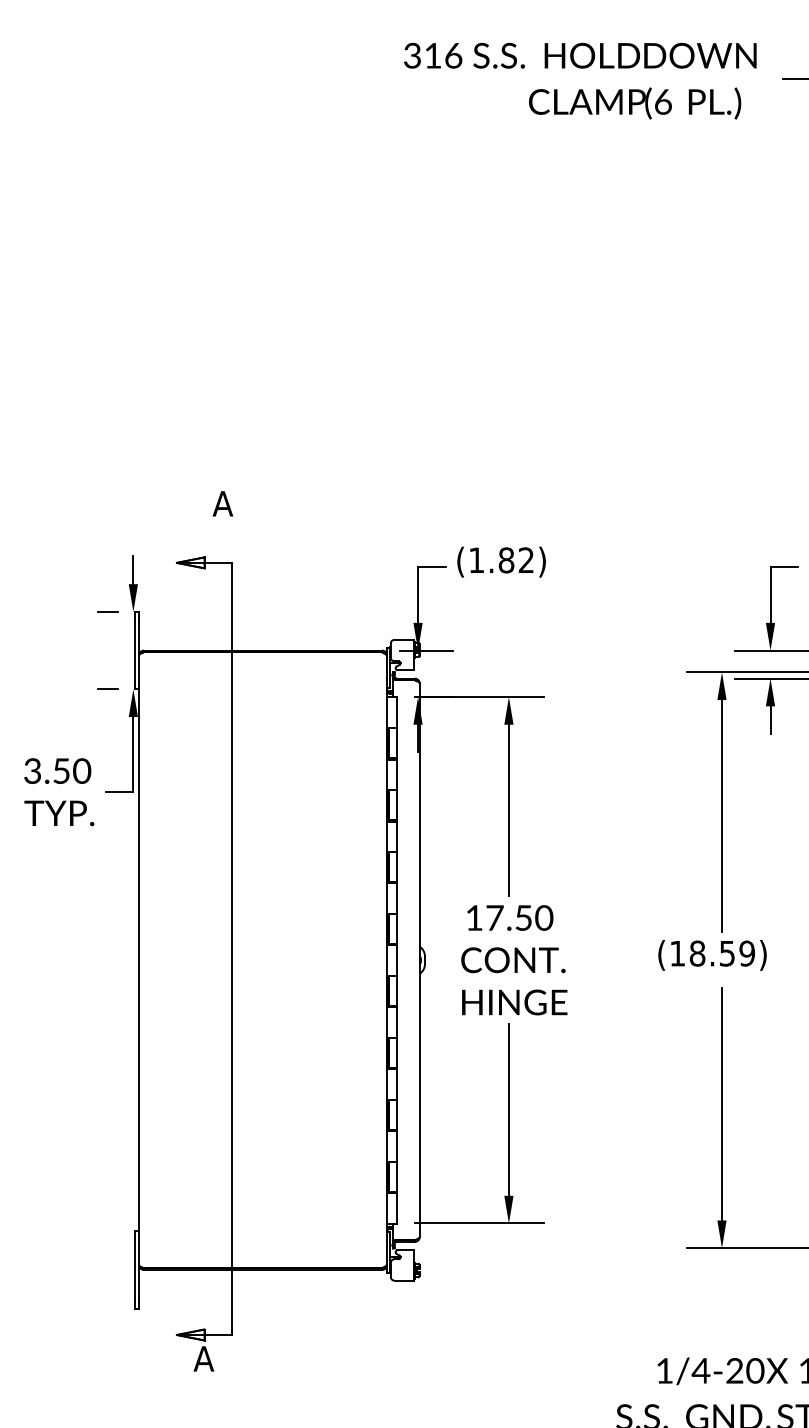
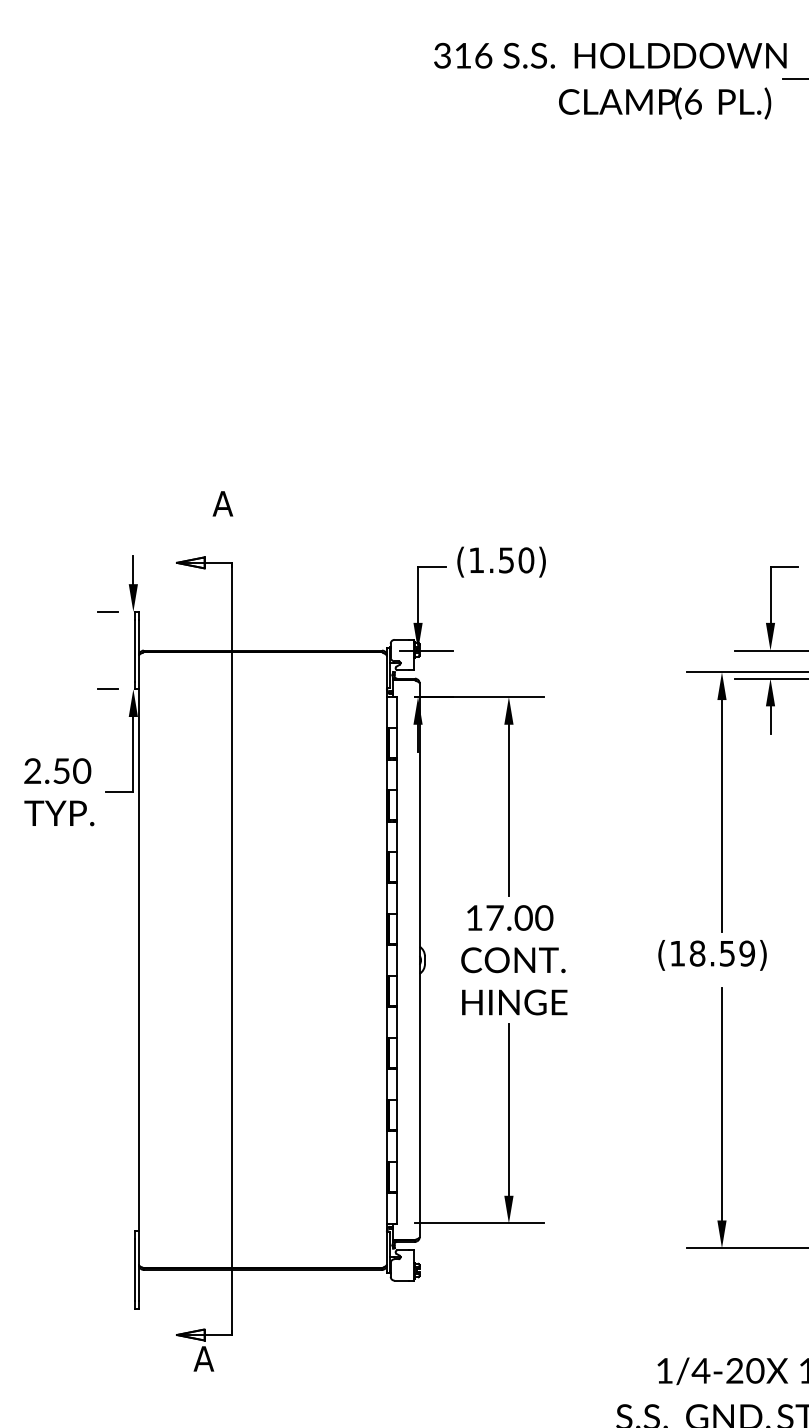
text at (580, 80) position: (580, 80) -> (610, 80)
text at (516, 560): (1.82) -> (1.50)
text at (32, 772): 3.50 -> 2.50
text at (523, 917): 17.50 -> 17.00
